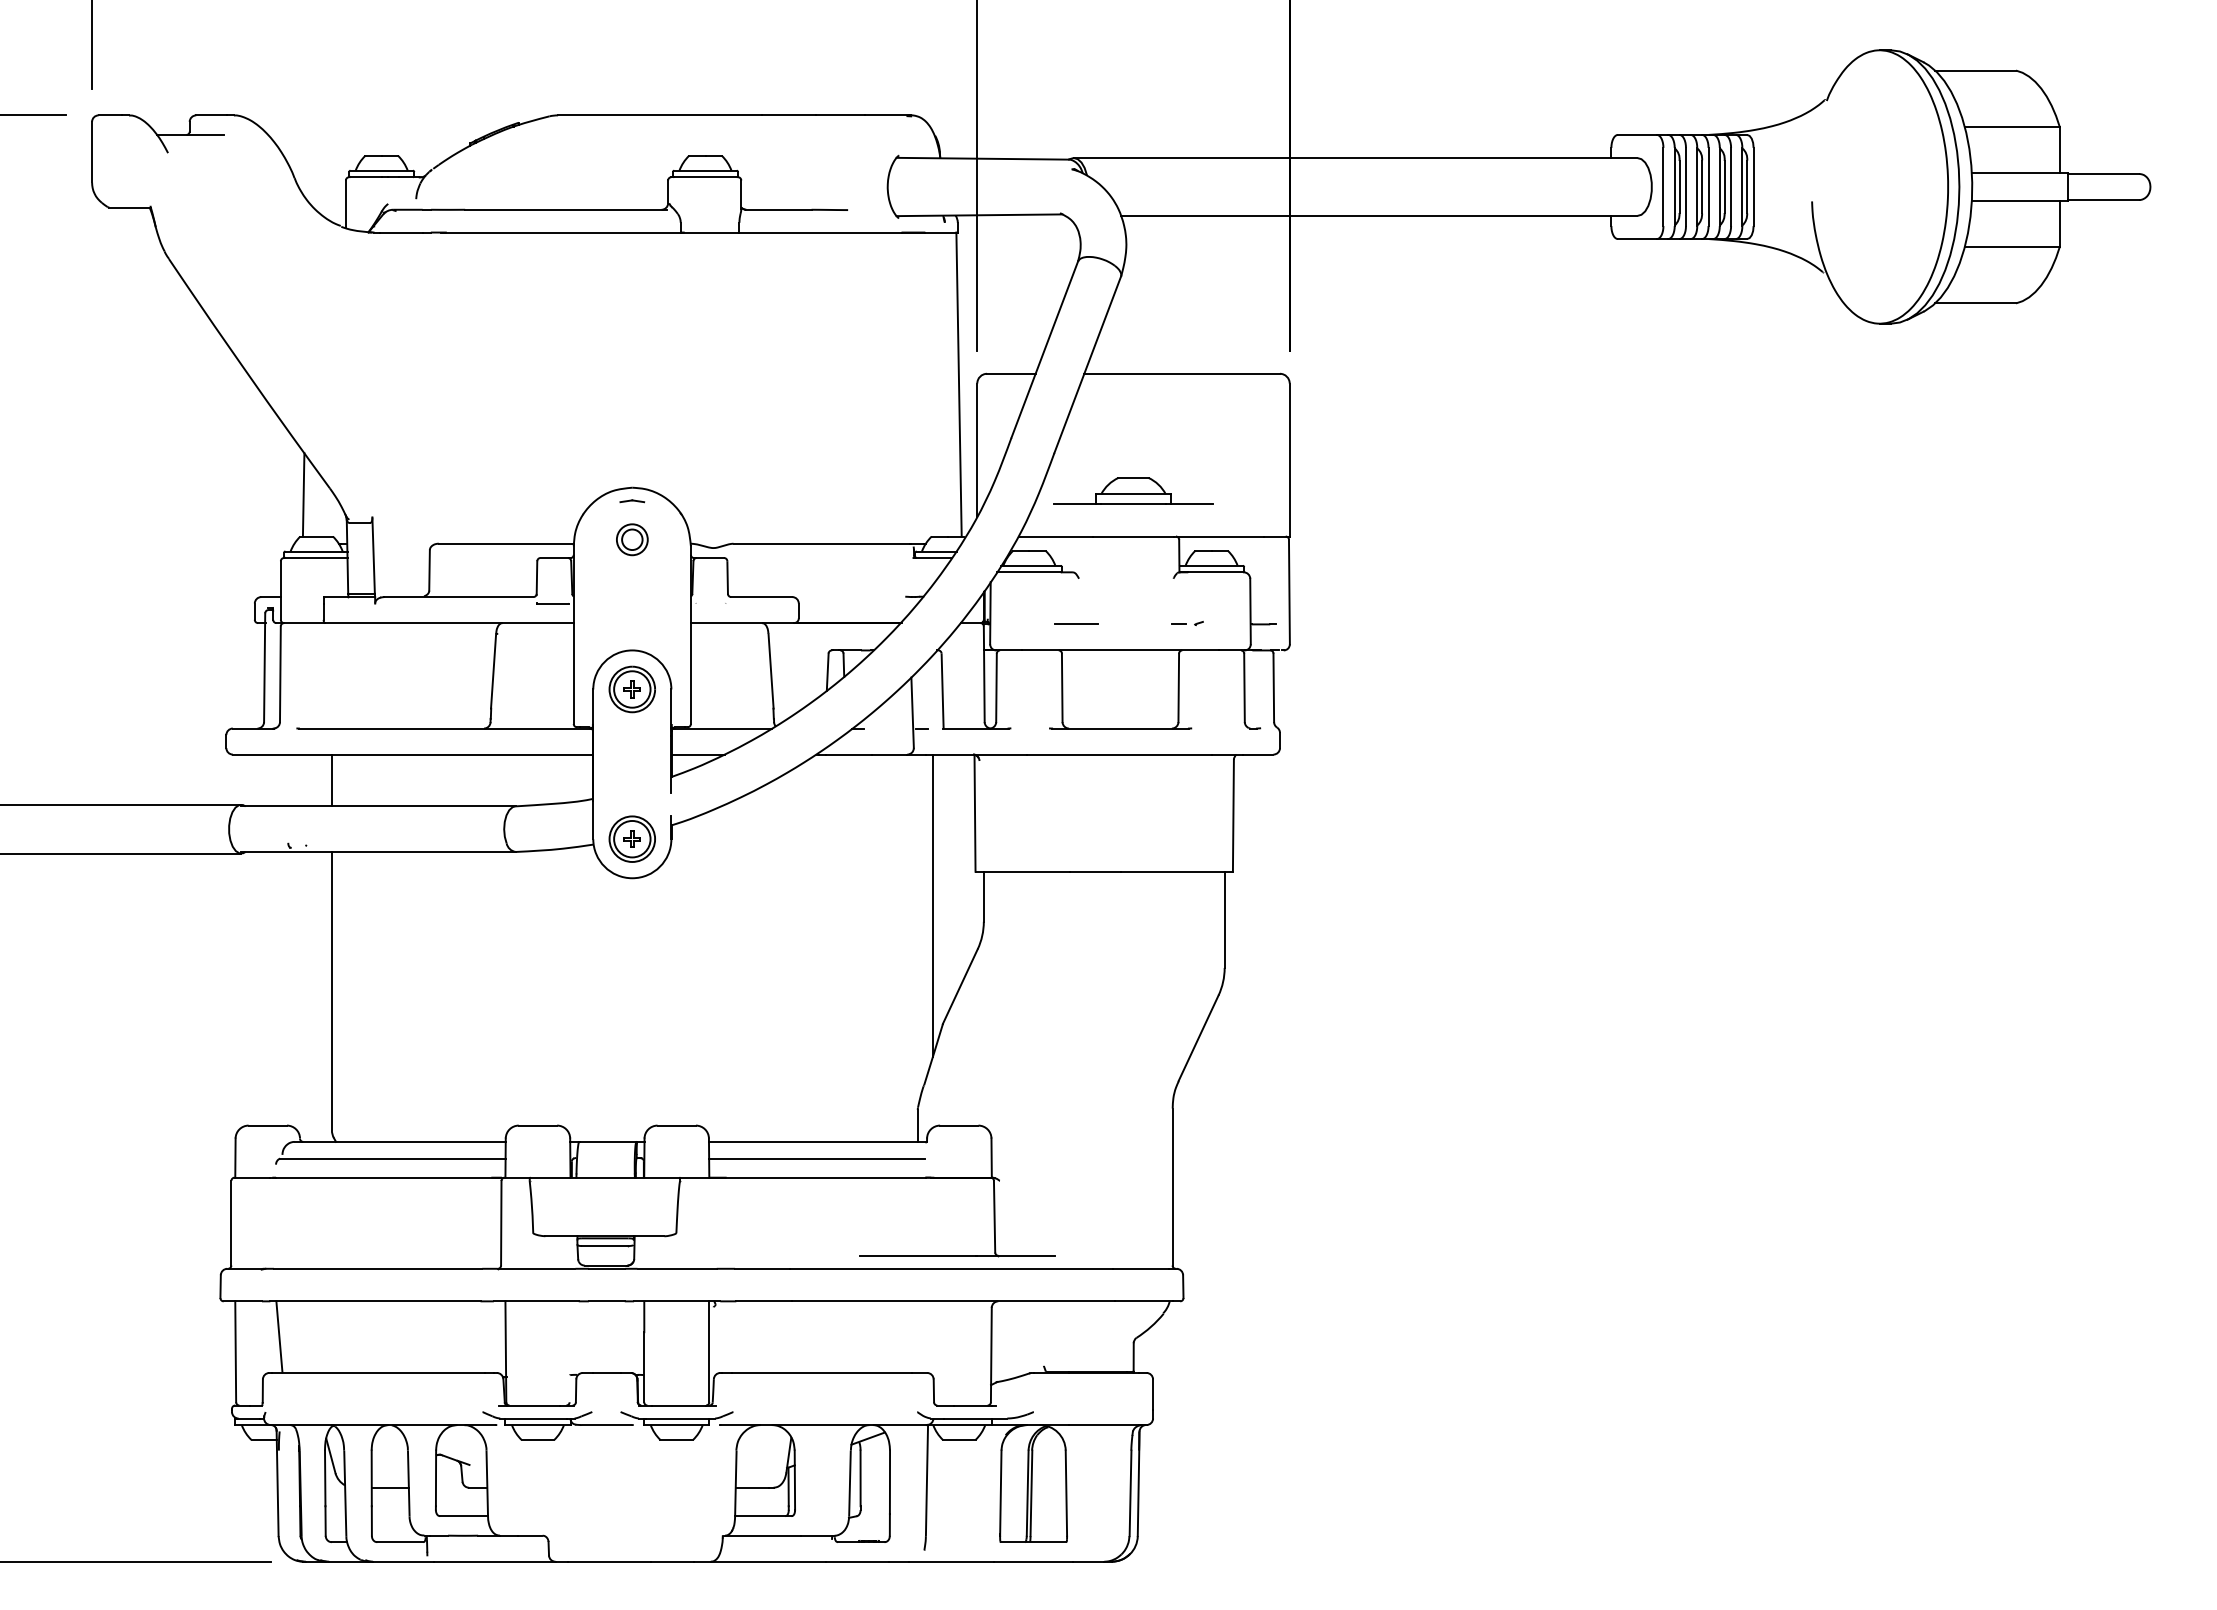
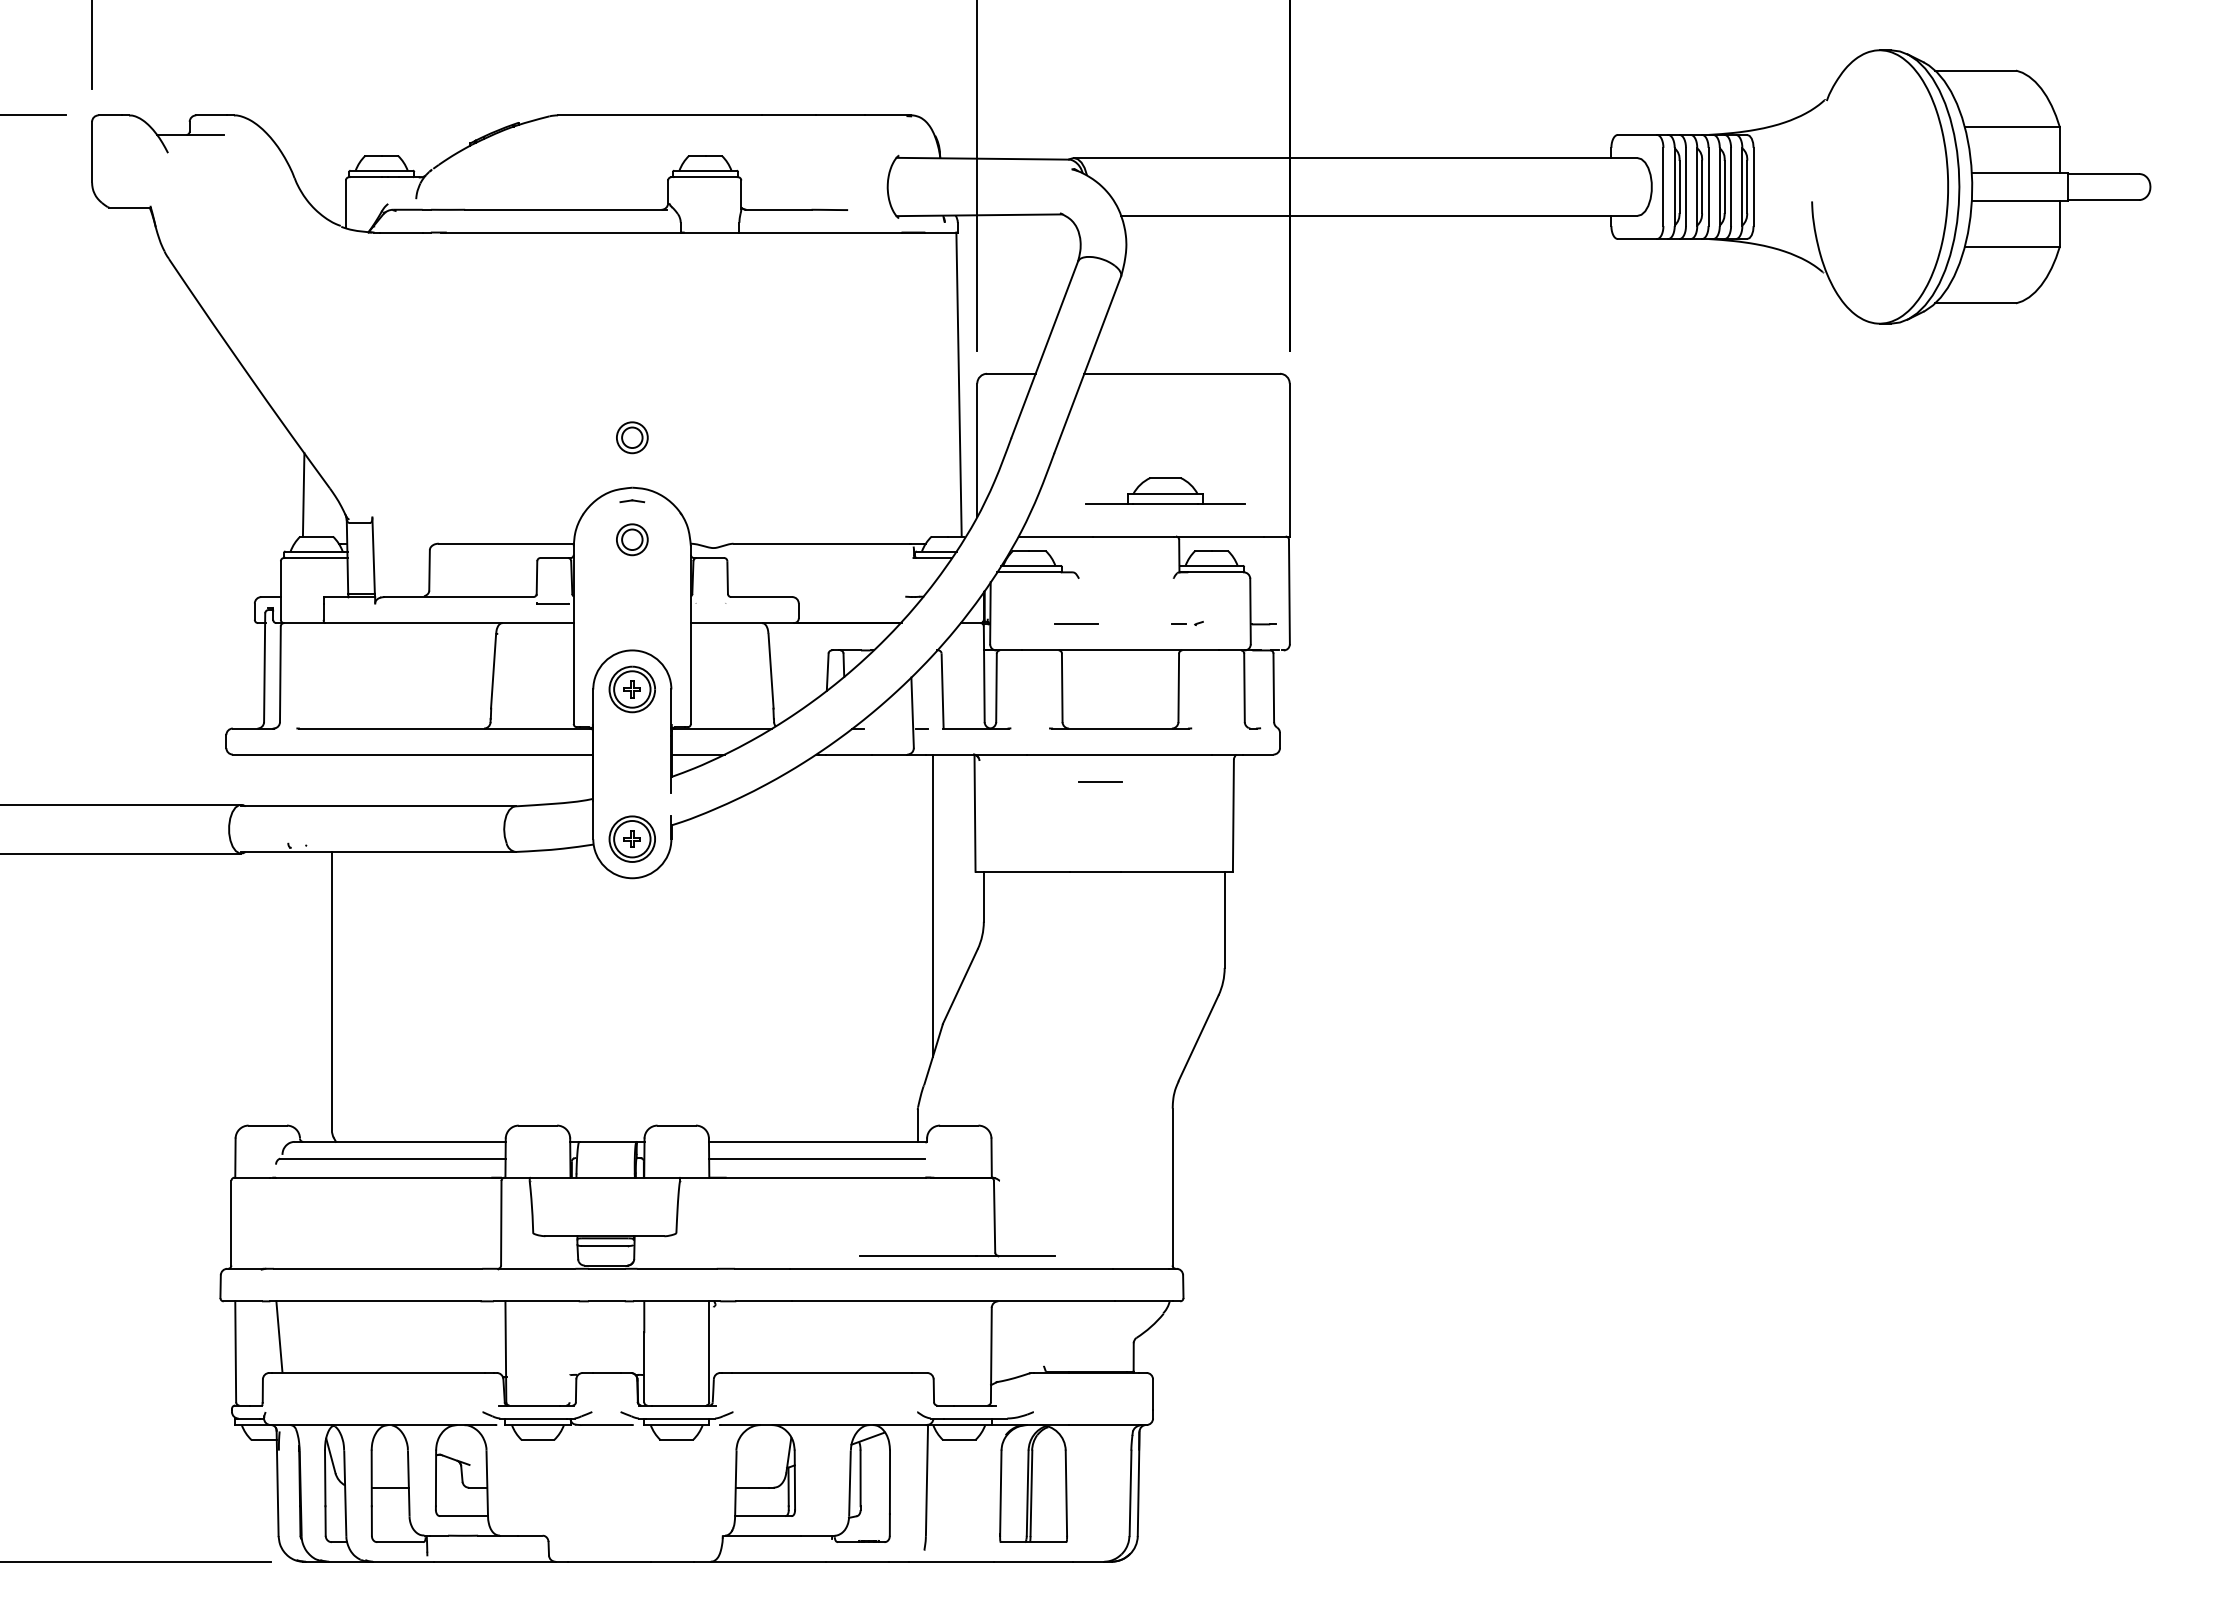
part at (632, 437): none -> present
part at (1133, 490) position: (1133, 490) -> (1165, 490)
line at (331, 780): present -> none
line at (1100, 781): none -> present
